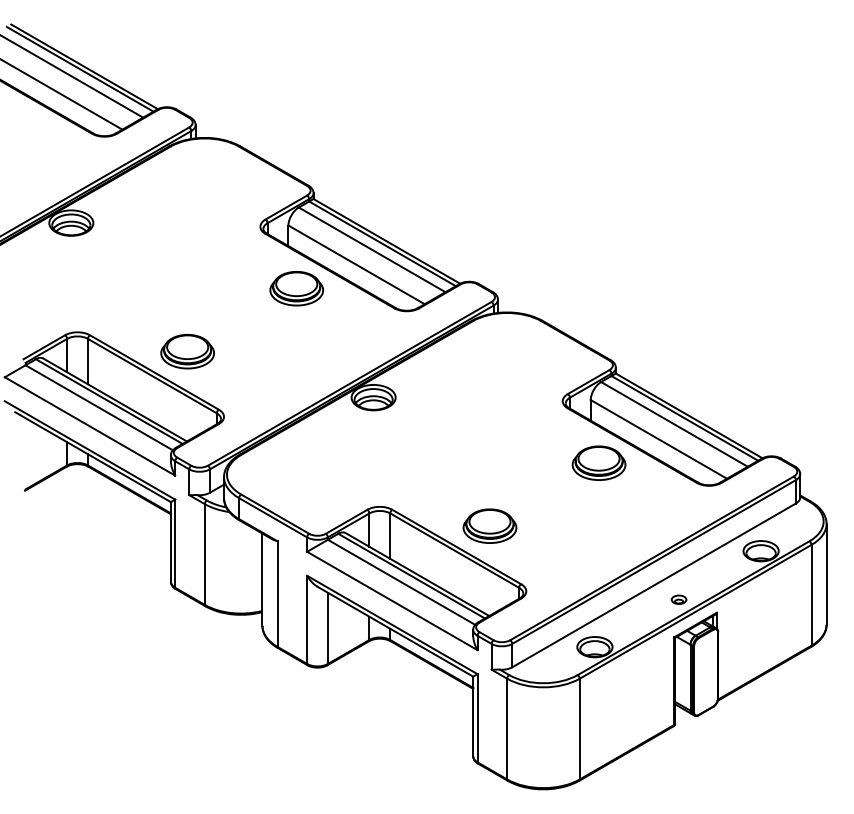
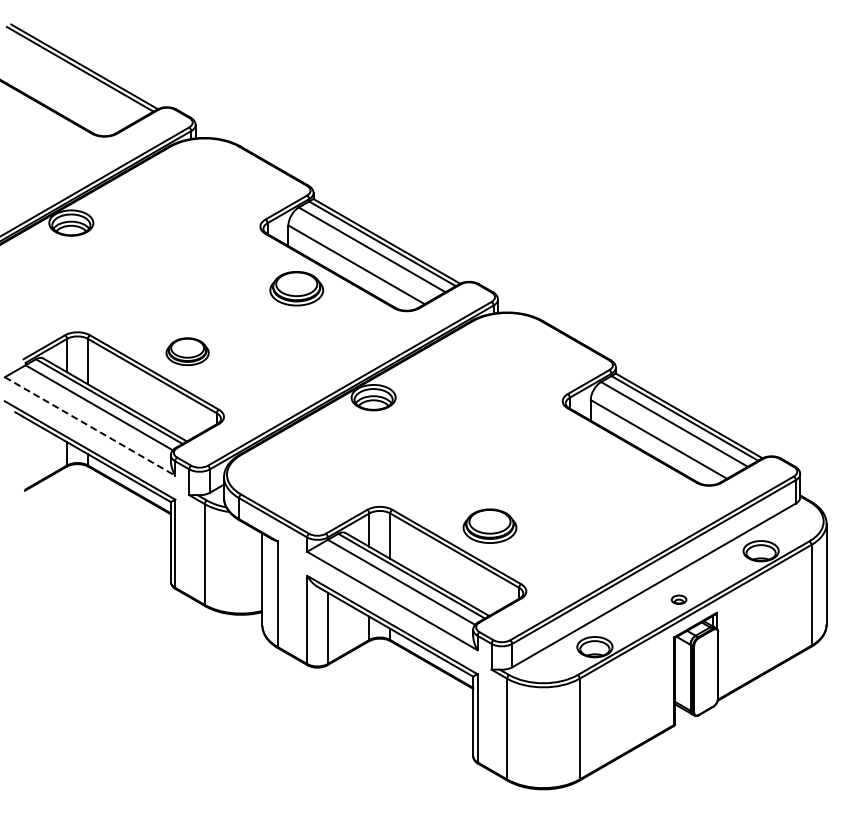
line at (72, 76): present -> none
line at (62, 94): present -> none
part at (187, 351) size: 55x36 px -> 45x29 px
line at (90, 426): solid -> dashed
part at (598, 462): present -> none
